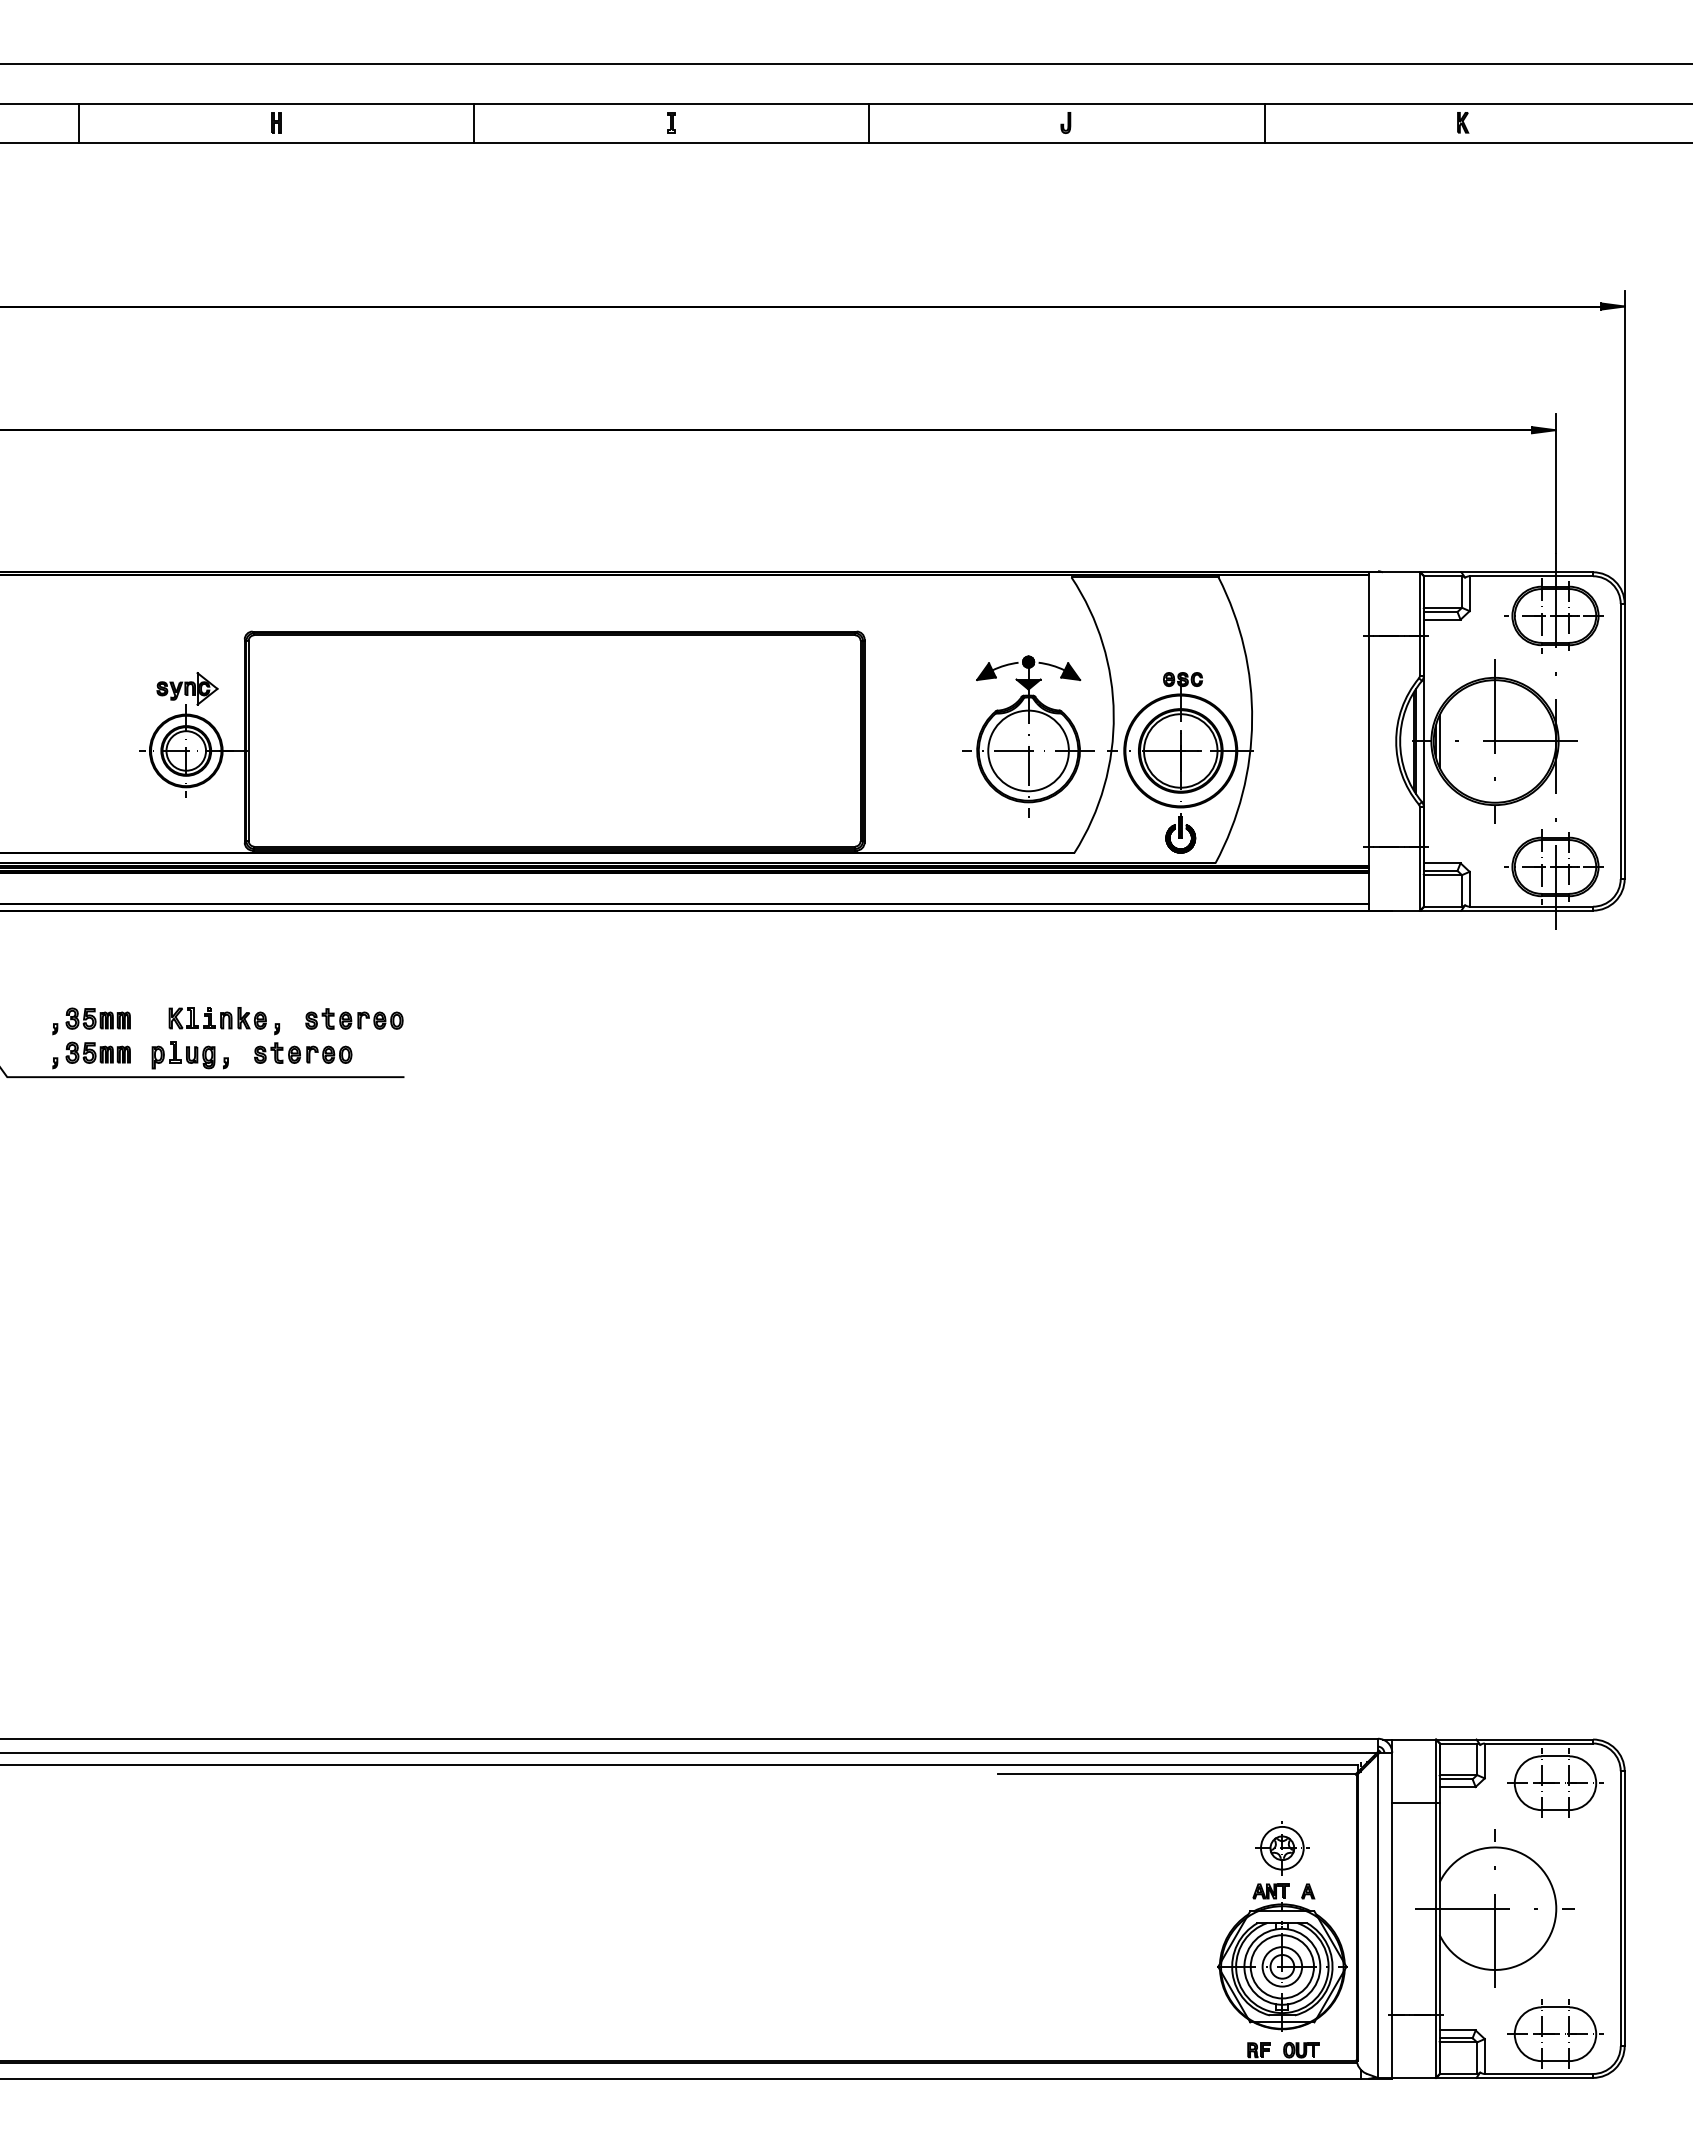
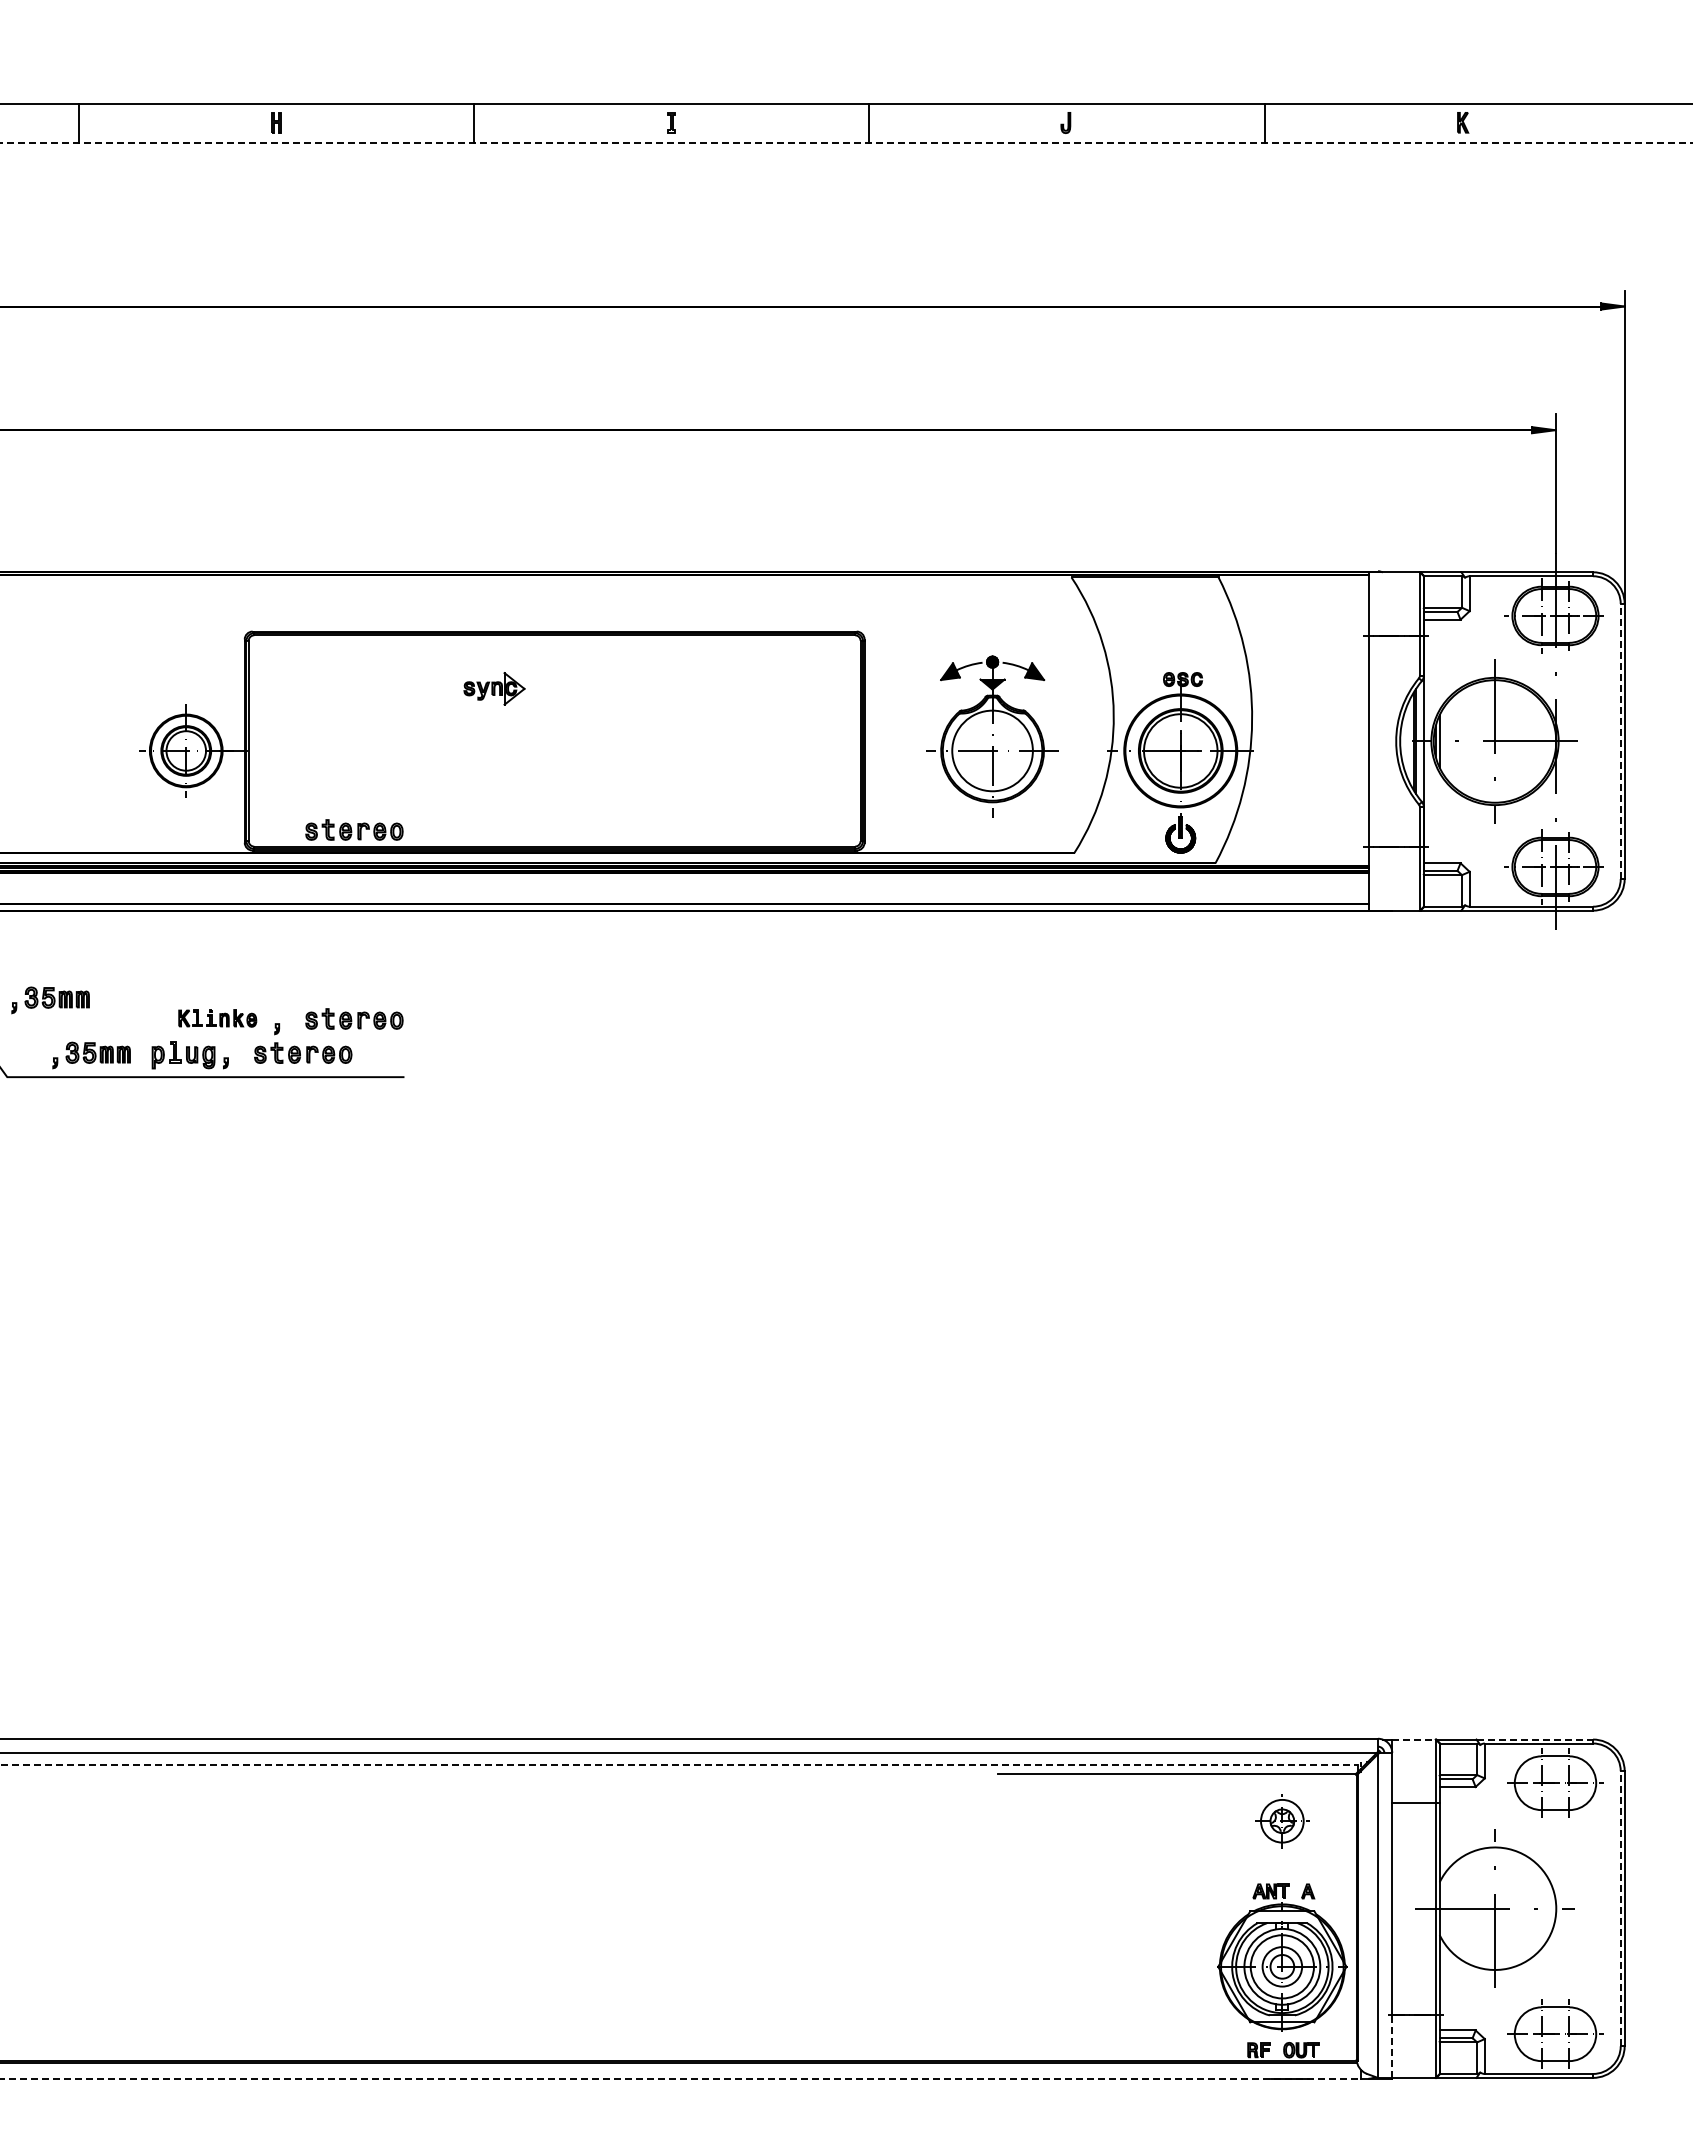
line at (845, 64): present -> none
line at (846, 143): solid -> dashed
part at (187, 688) position: (187, 688) -> (494, 688)
part at (1028, 736) position: (1028, 736) -> (992, 736)
line at (1620, 741): solid -> dashed
part at (354, 829): none -> present
part at (217, 1018) size: 99x23 px -> 80x19 px
part at (91, 1021) position: (91, 1021) -> (50, 1000)
line at (1413, 1739): solid -> dashed
line at (1535, 1739): solid -> dashed
line at (679, 1764): solid -> dashed
part at (1282, 1848) position: (1282, 1848) -> (1282, 1821)
line at (1620, 1908): solid -> dashed
line at (1392, 2046): solid -> dashed
line at (680, 2078): solid -> dashed
